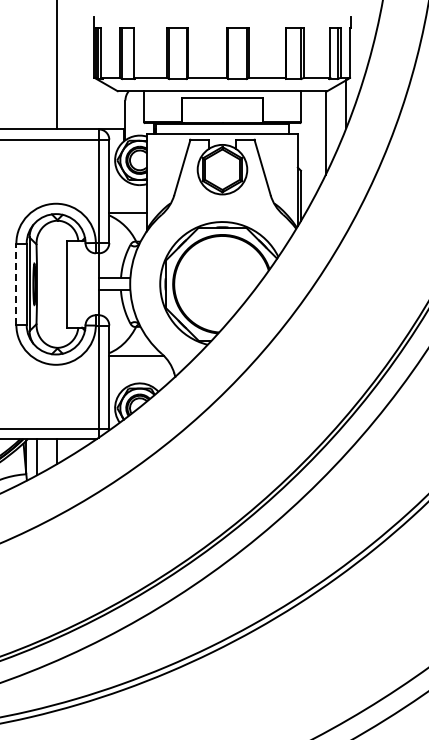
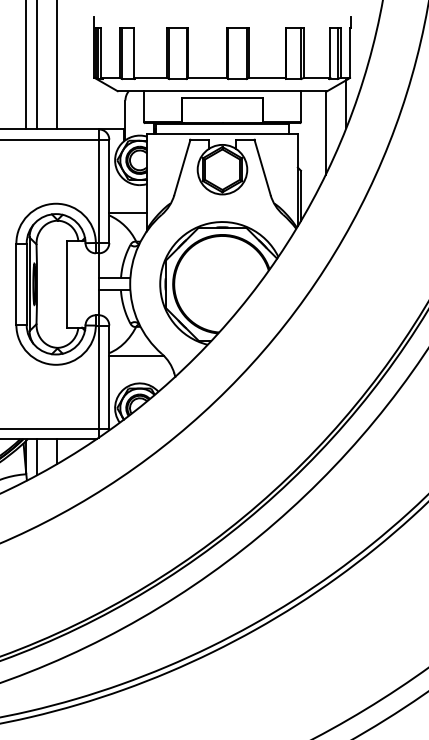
line at (26, 65): none -> present
line at (36, 65): none -> present
line at (16, 284): dashed -> solid
